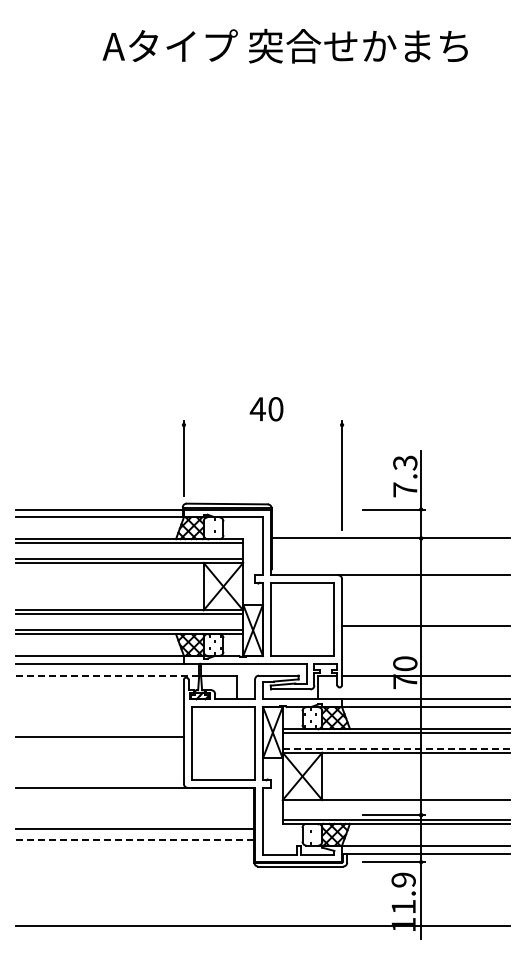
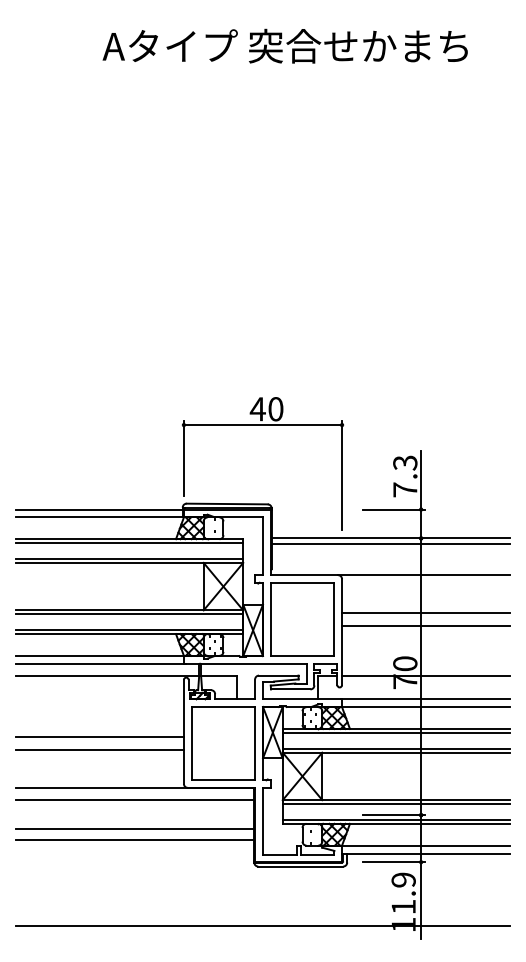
line at (262, 425): none -> present
line at (390, 543): none -> present
line at (426, 612): none -> present
line at (107, 675): dashed -> solid
line at (396, 748): dashed -> solid
line at (99, 750): none -> present
line at (134, 799): none -> present
line at (396, 804): none -> present
line at (134, 839): dashed -> solid
